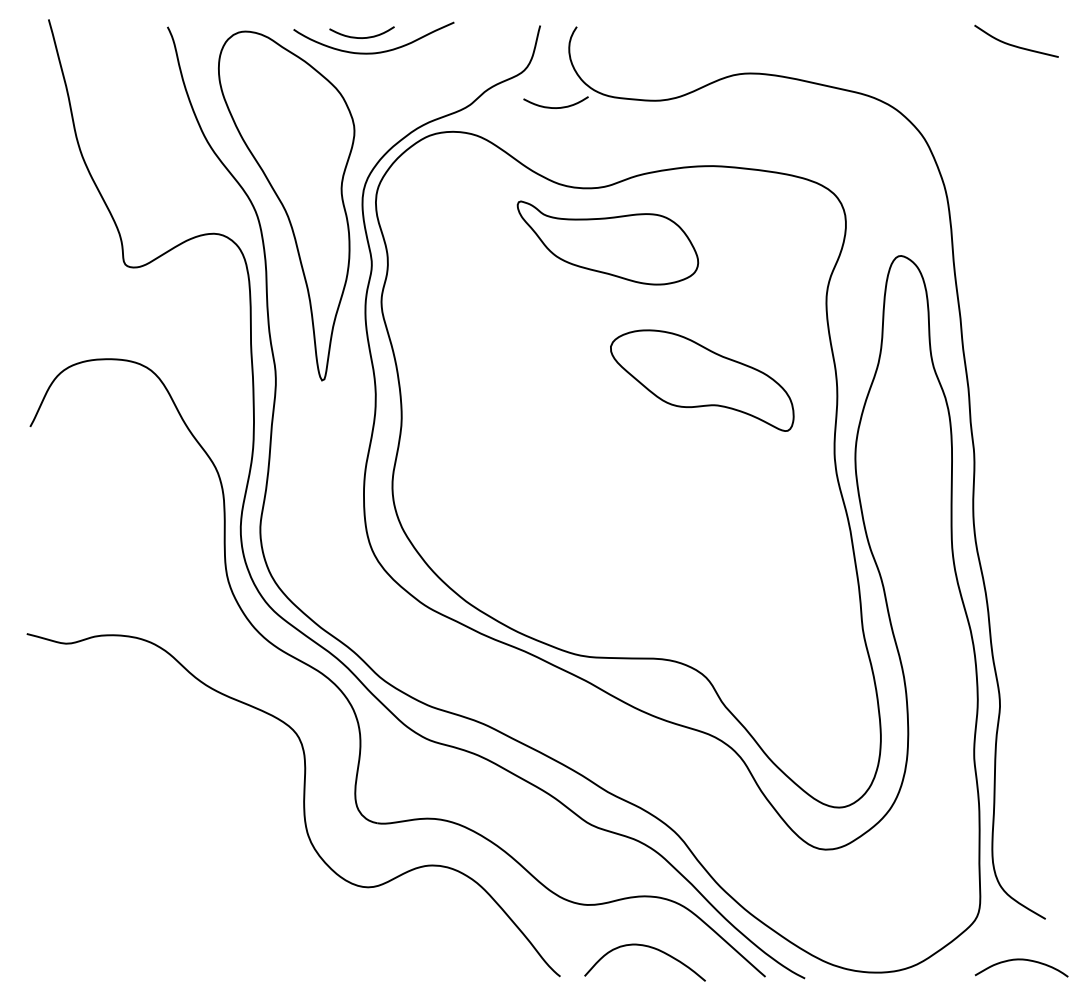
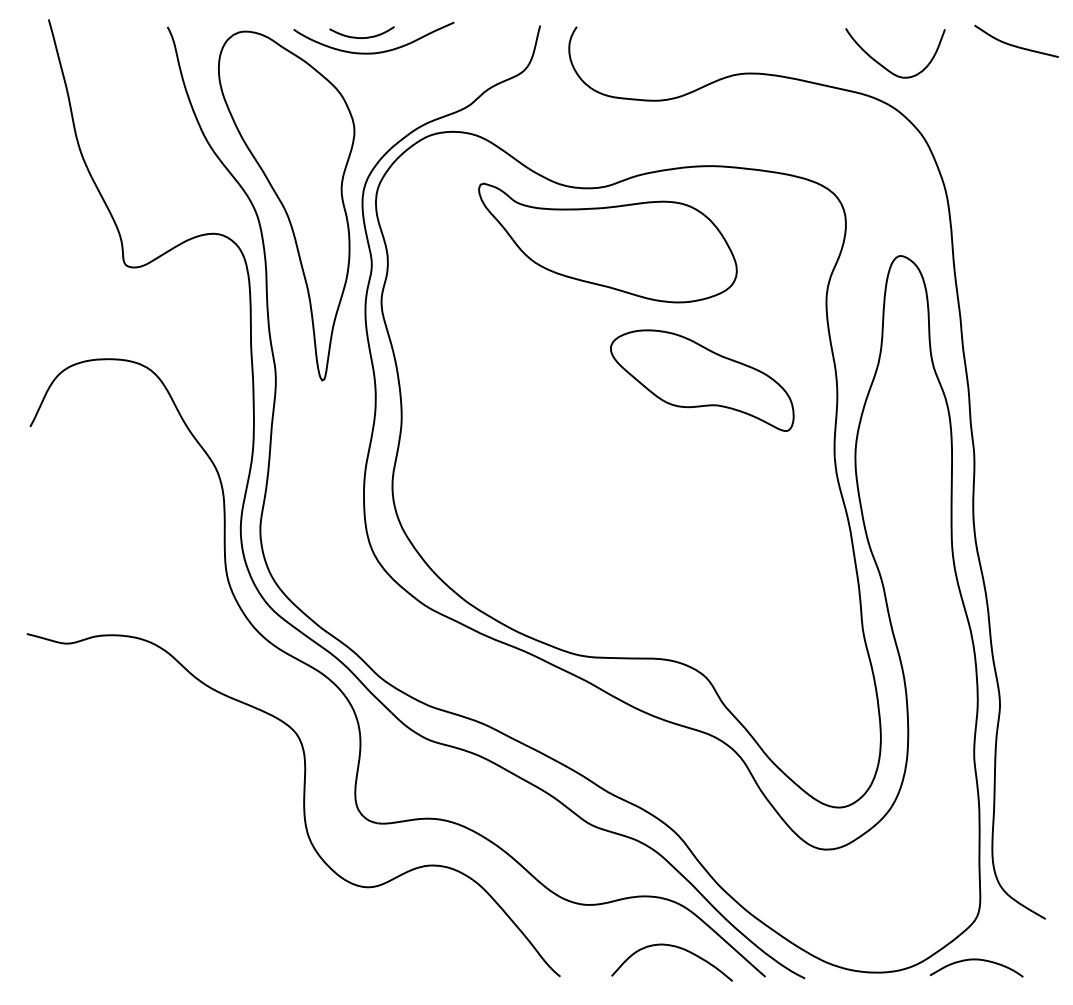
curve at (883, 65): none -> present
curve at (555, 107): present -> none
part at (607, 242) size: 184x86 px -> 260x122 px
curve at (647, 947) position: (647, 947) -> (674, 947)
curve at (1021, 960) position: (1021, 960) -> (976, 960)
